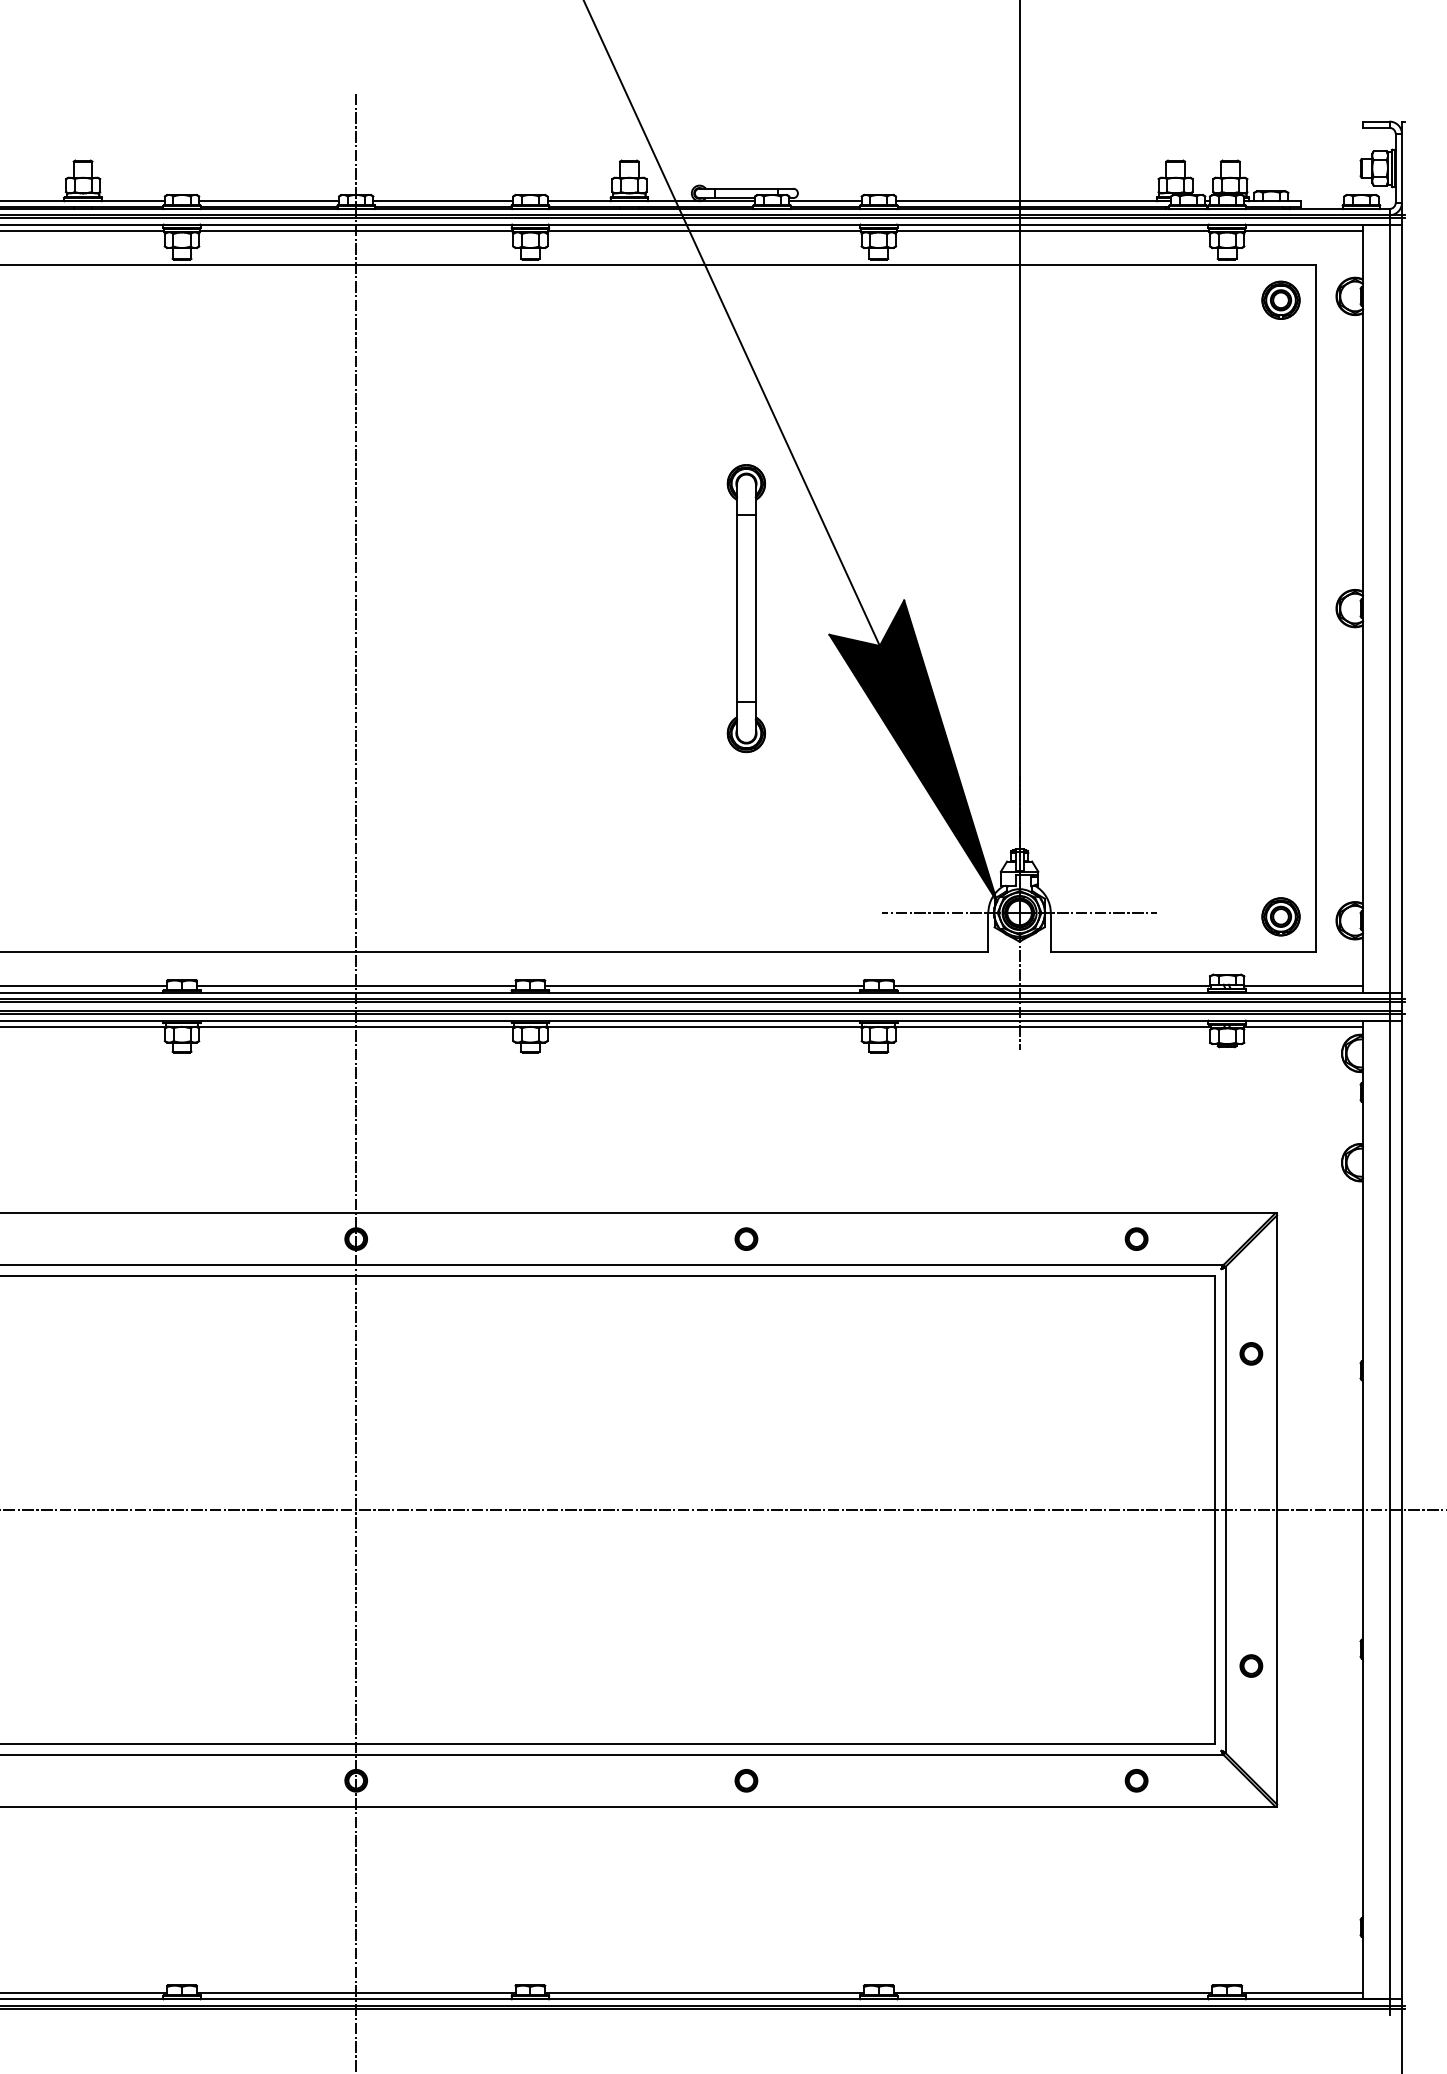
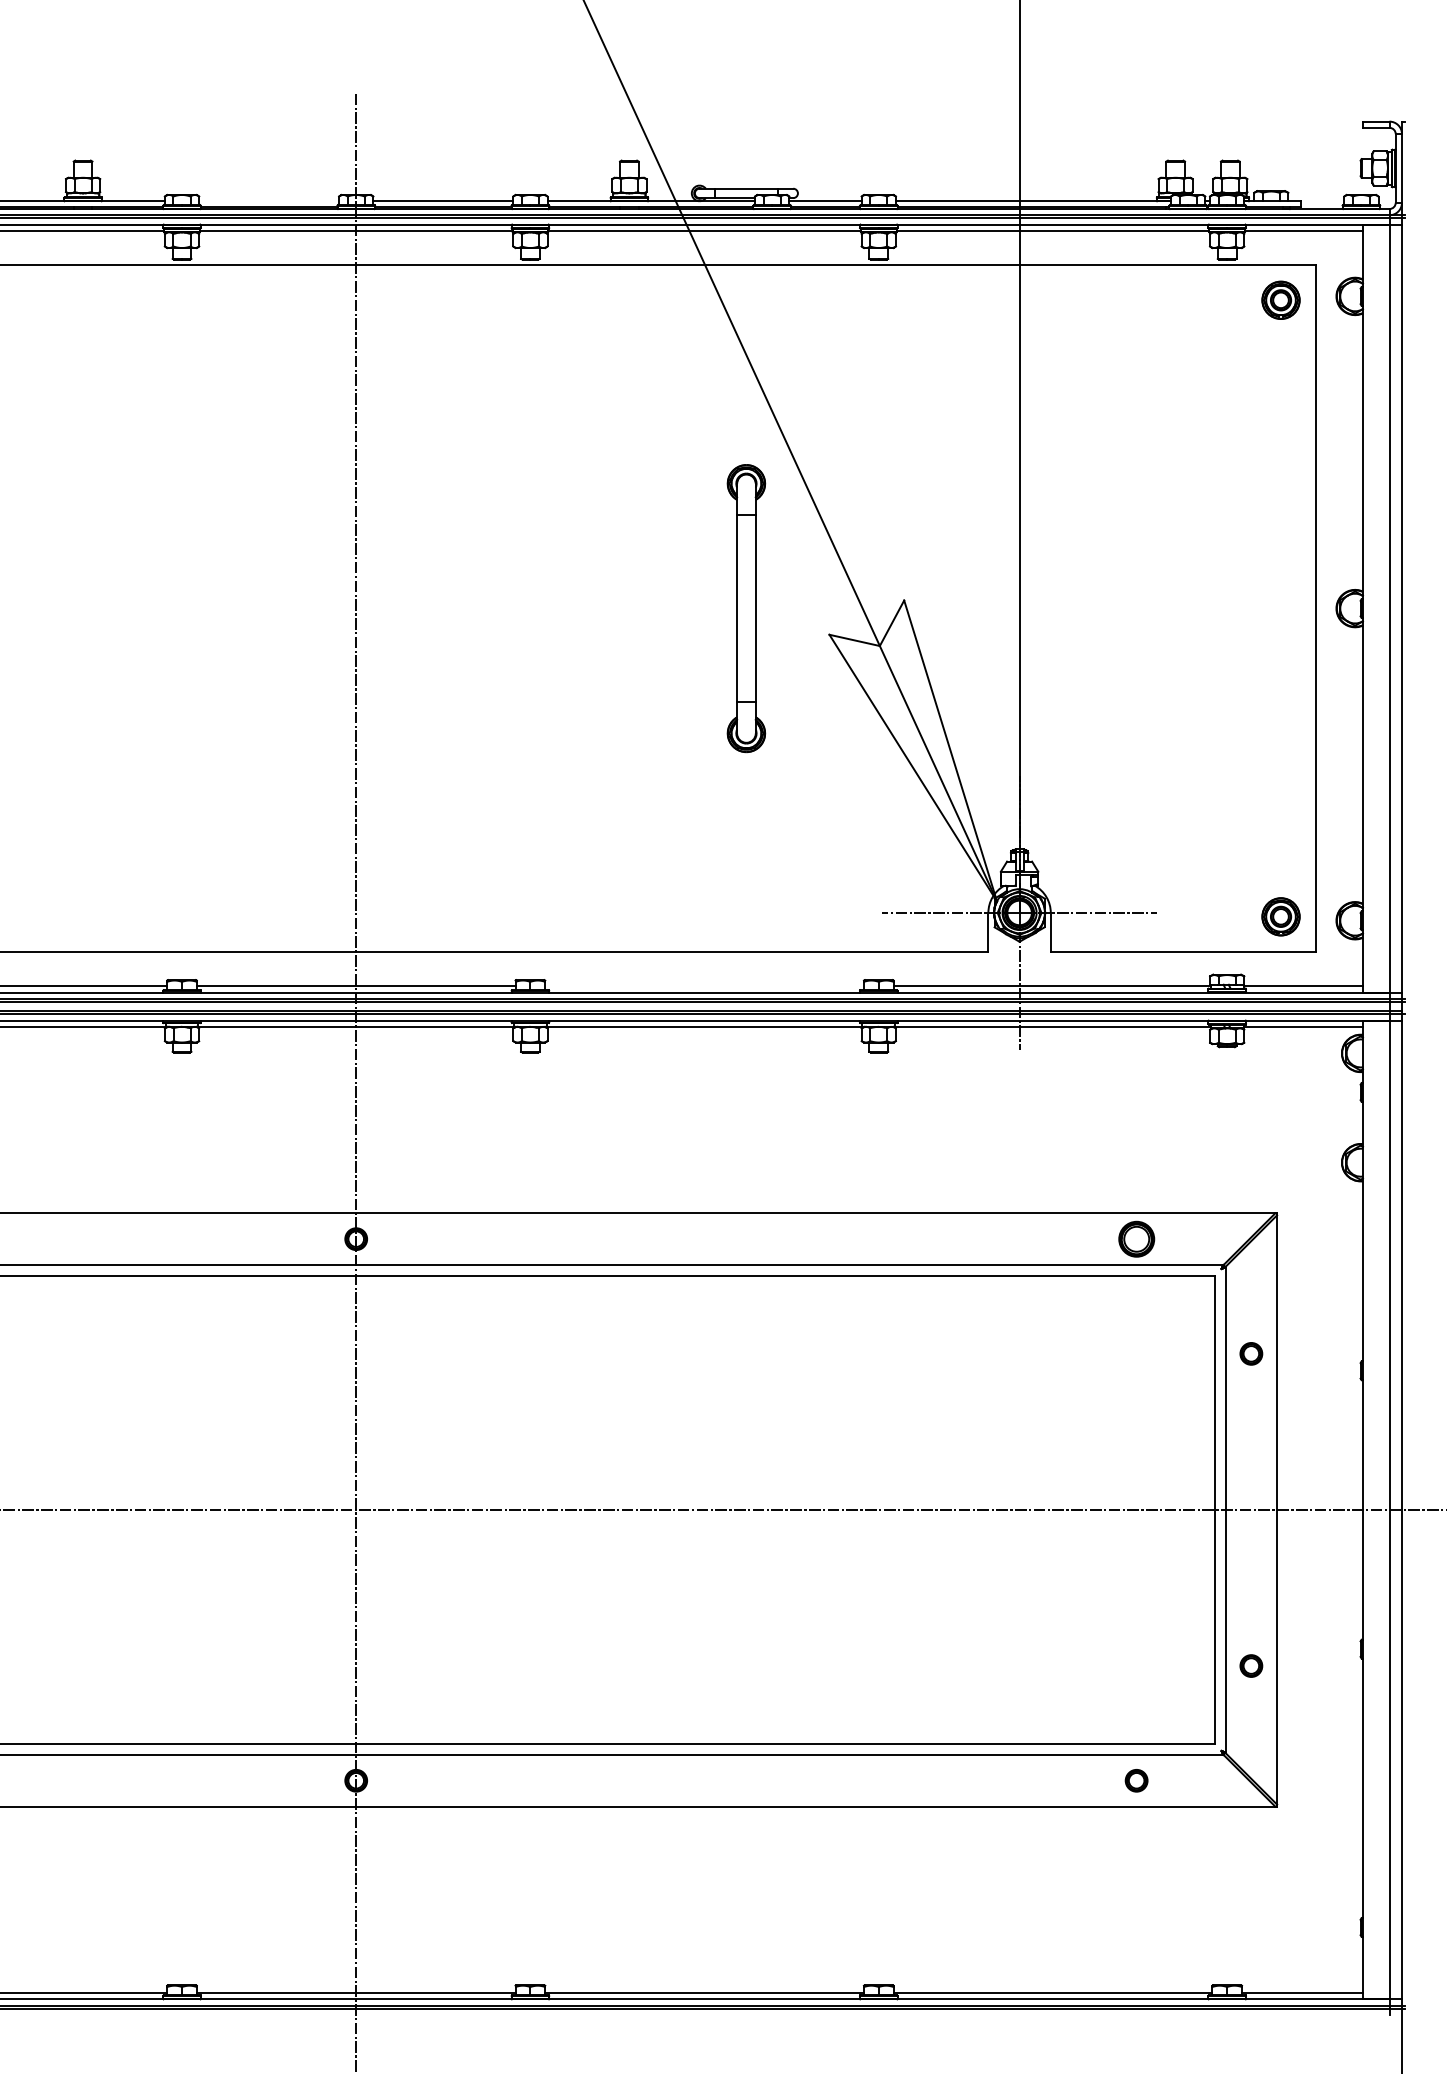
line at (269, 201): present -> none
fill at (913, 750): present -> none
line at (704, 986): present -> none
part at (746, 1238): present -> none
part at (1136, 1238) size: 25x24 px -> 38x38 px
part at (746, 1780): present -> none
